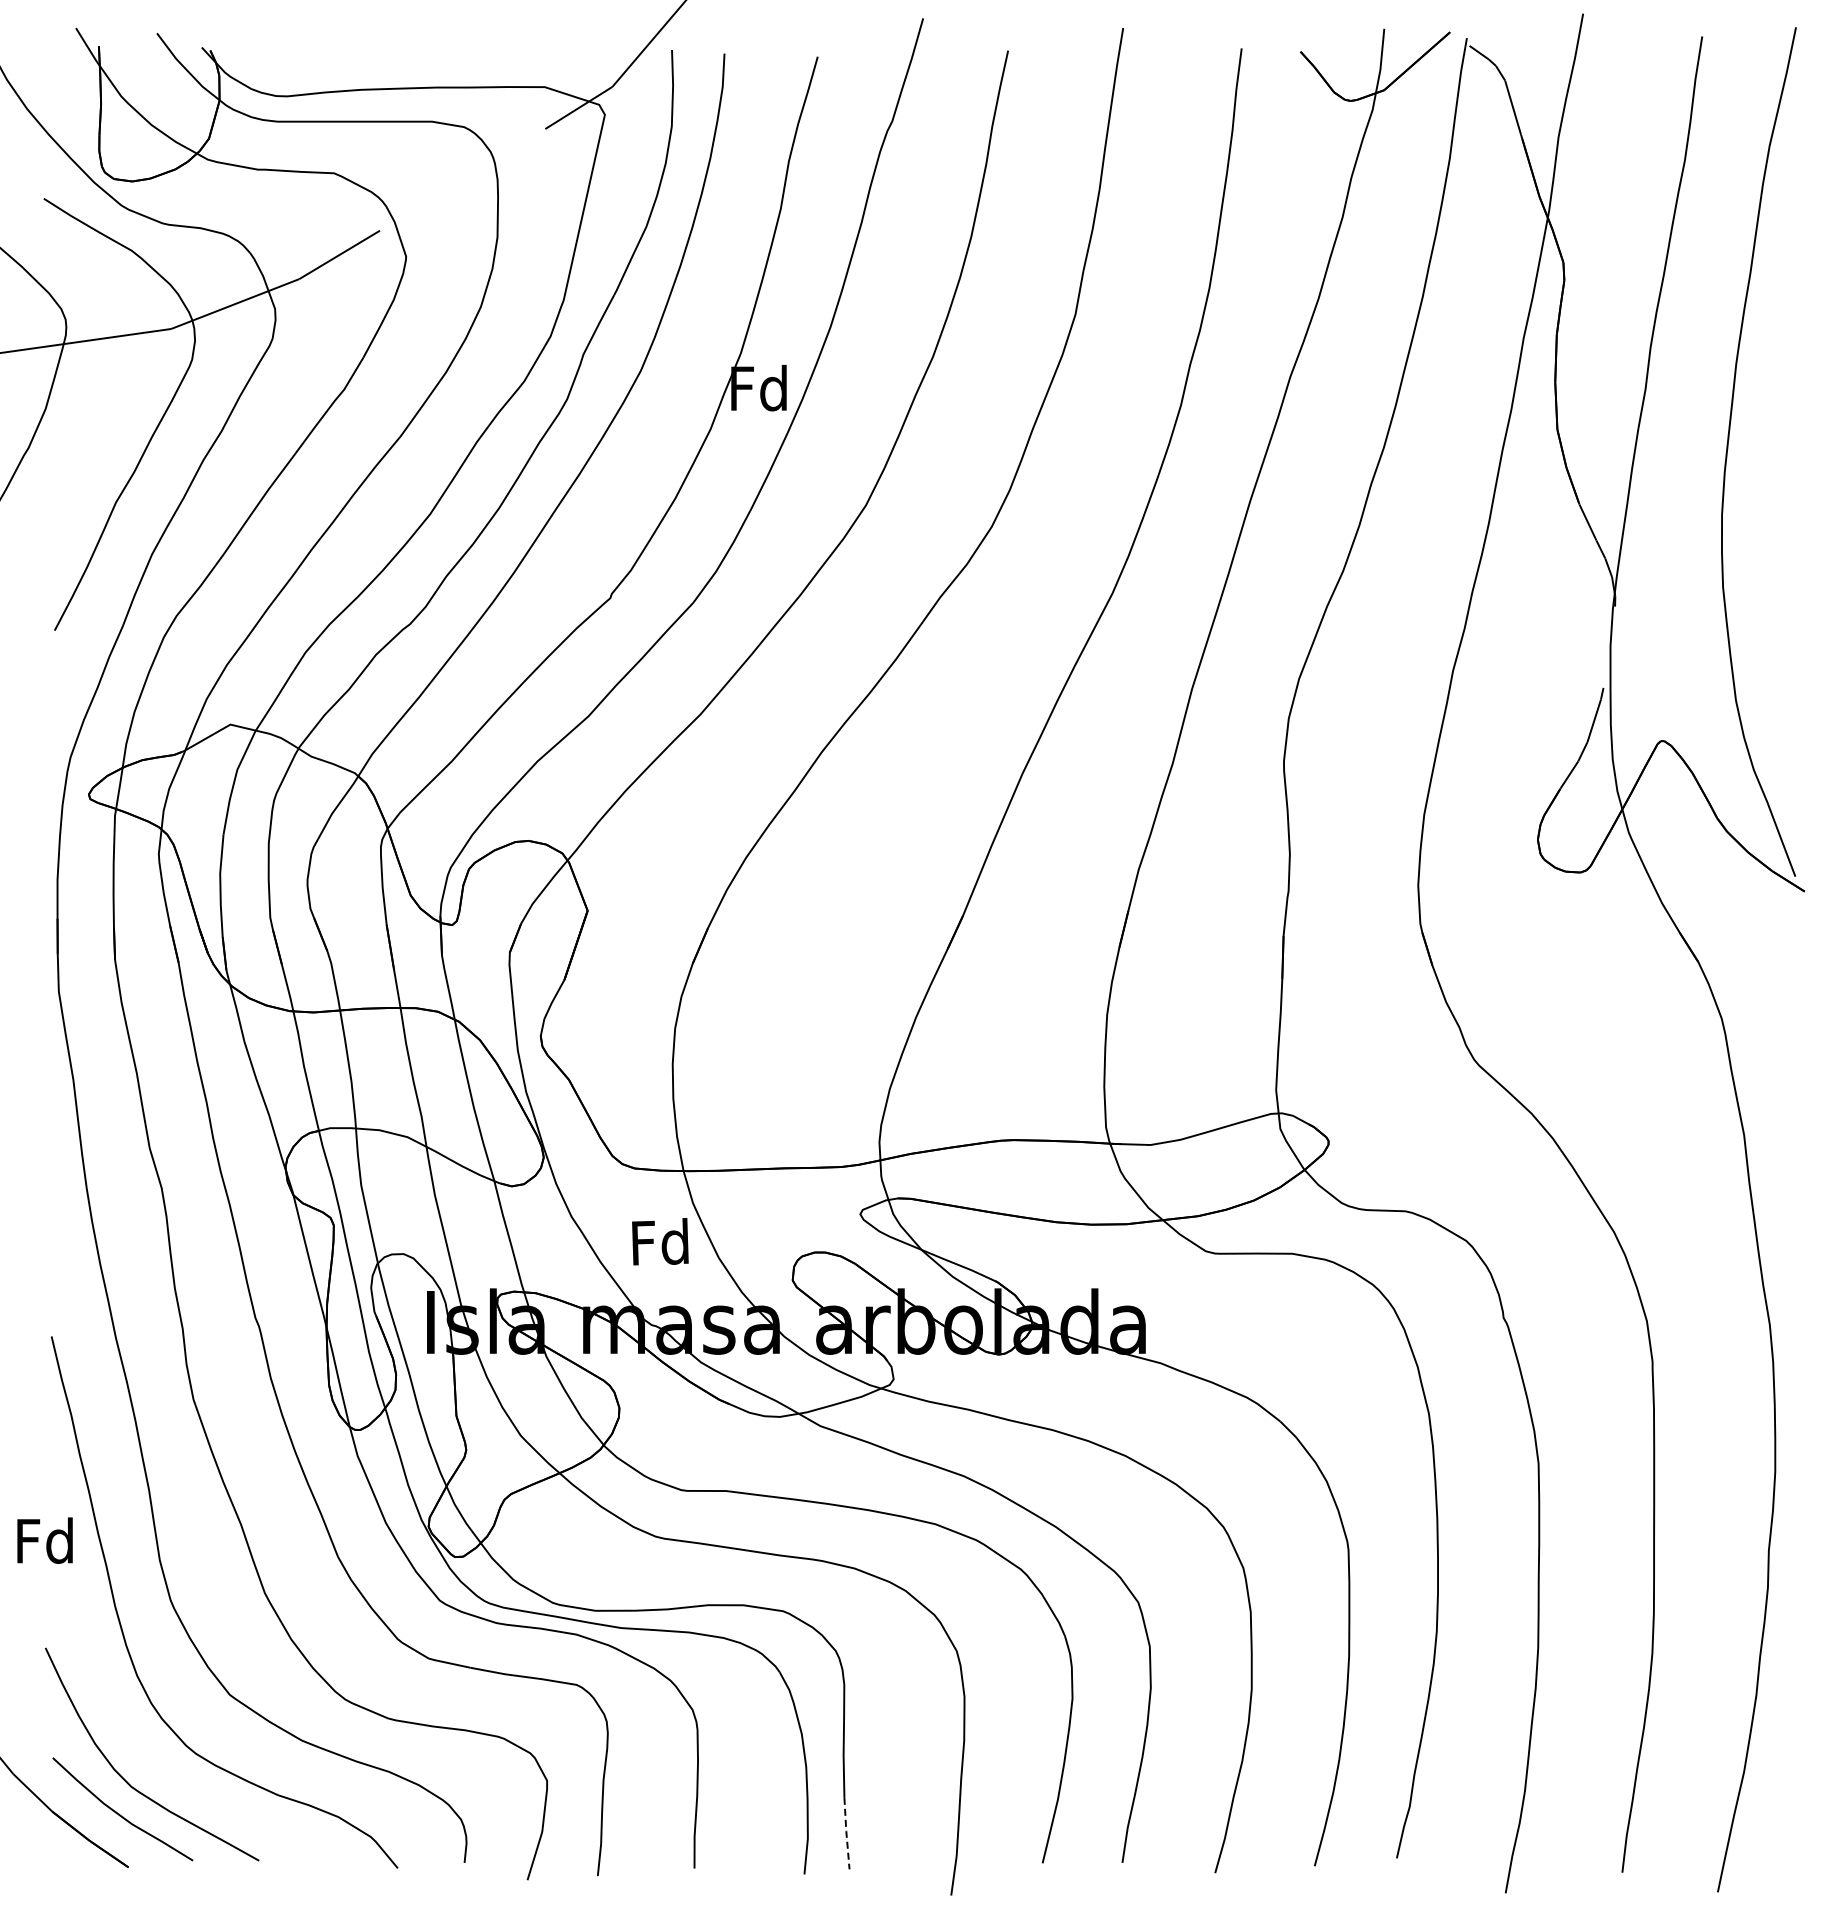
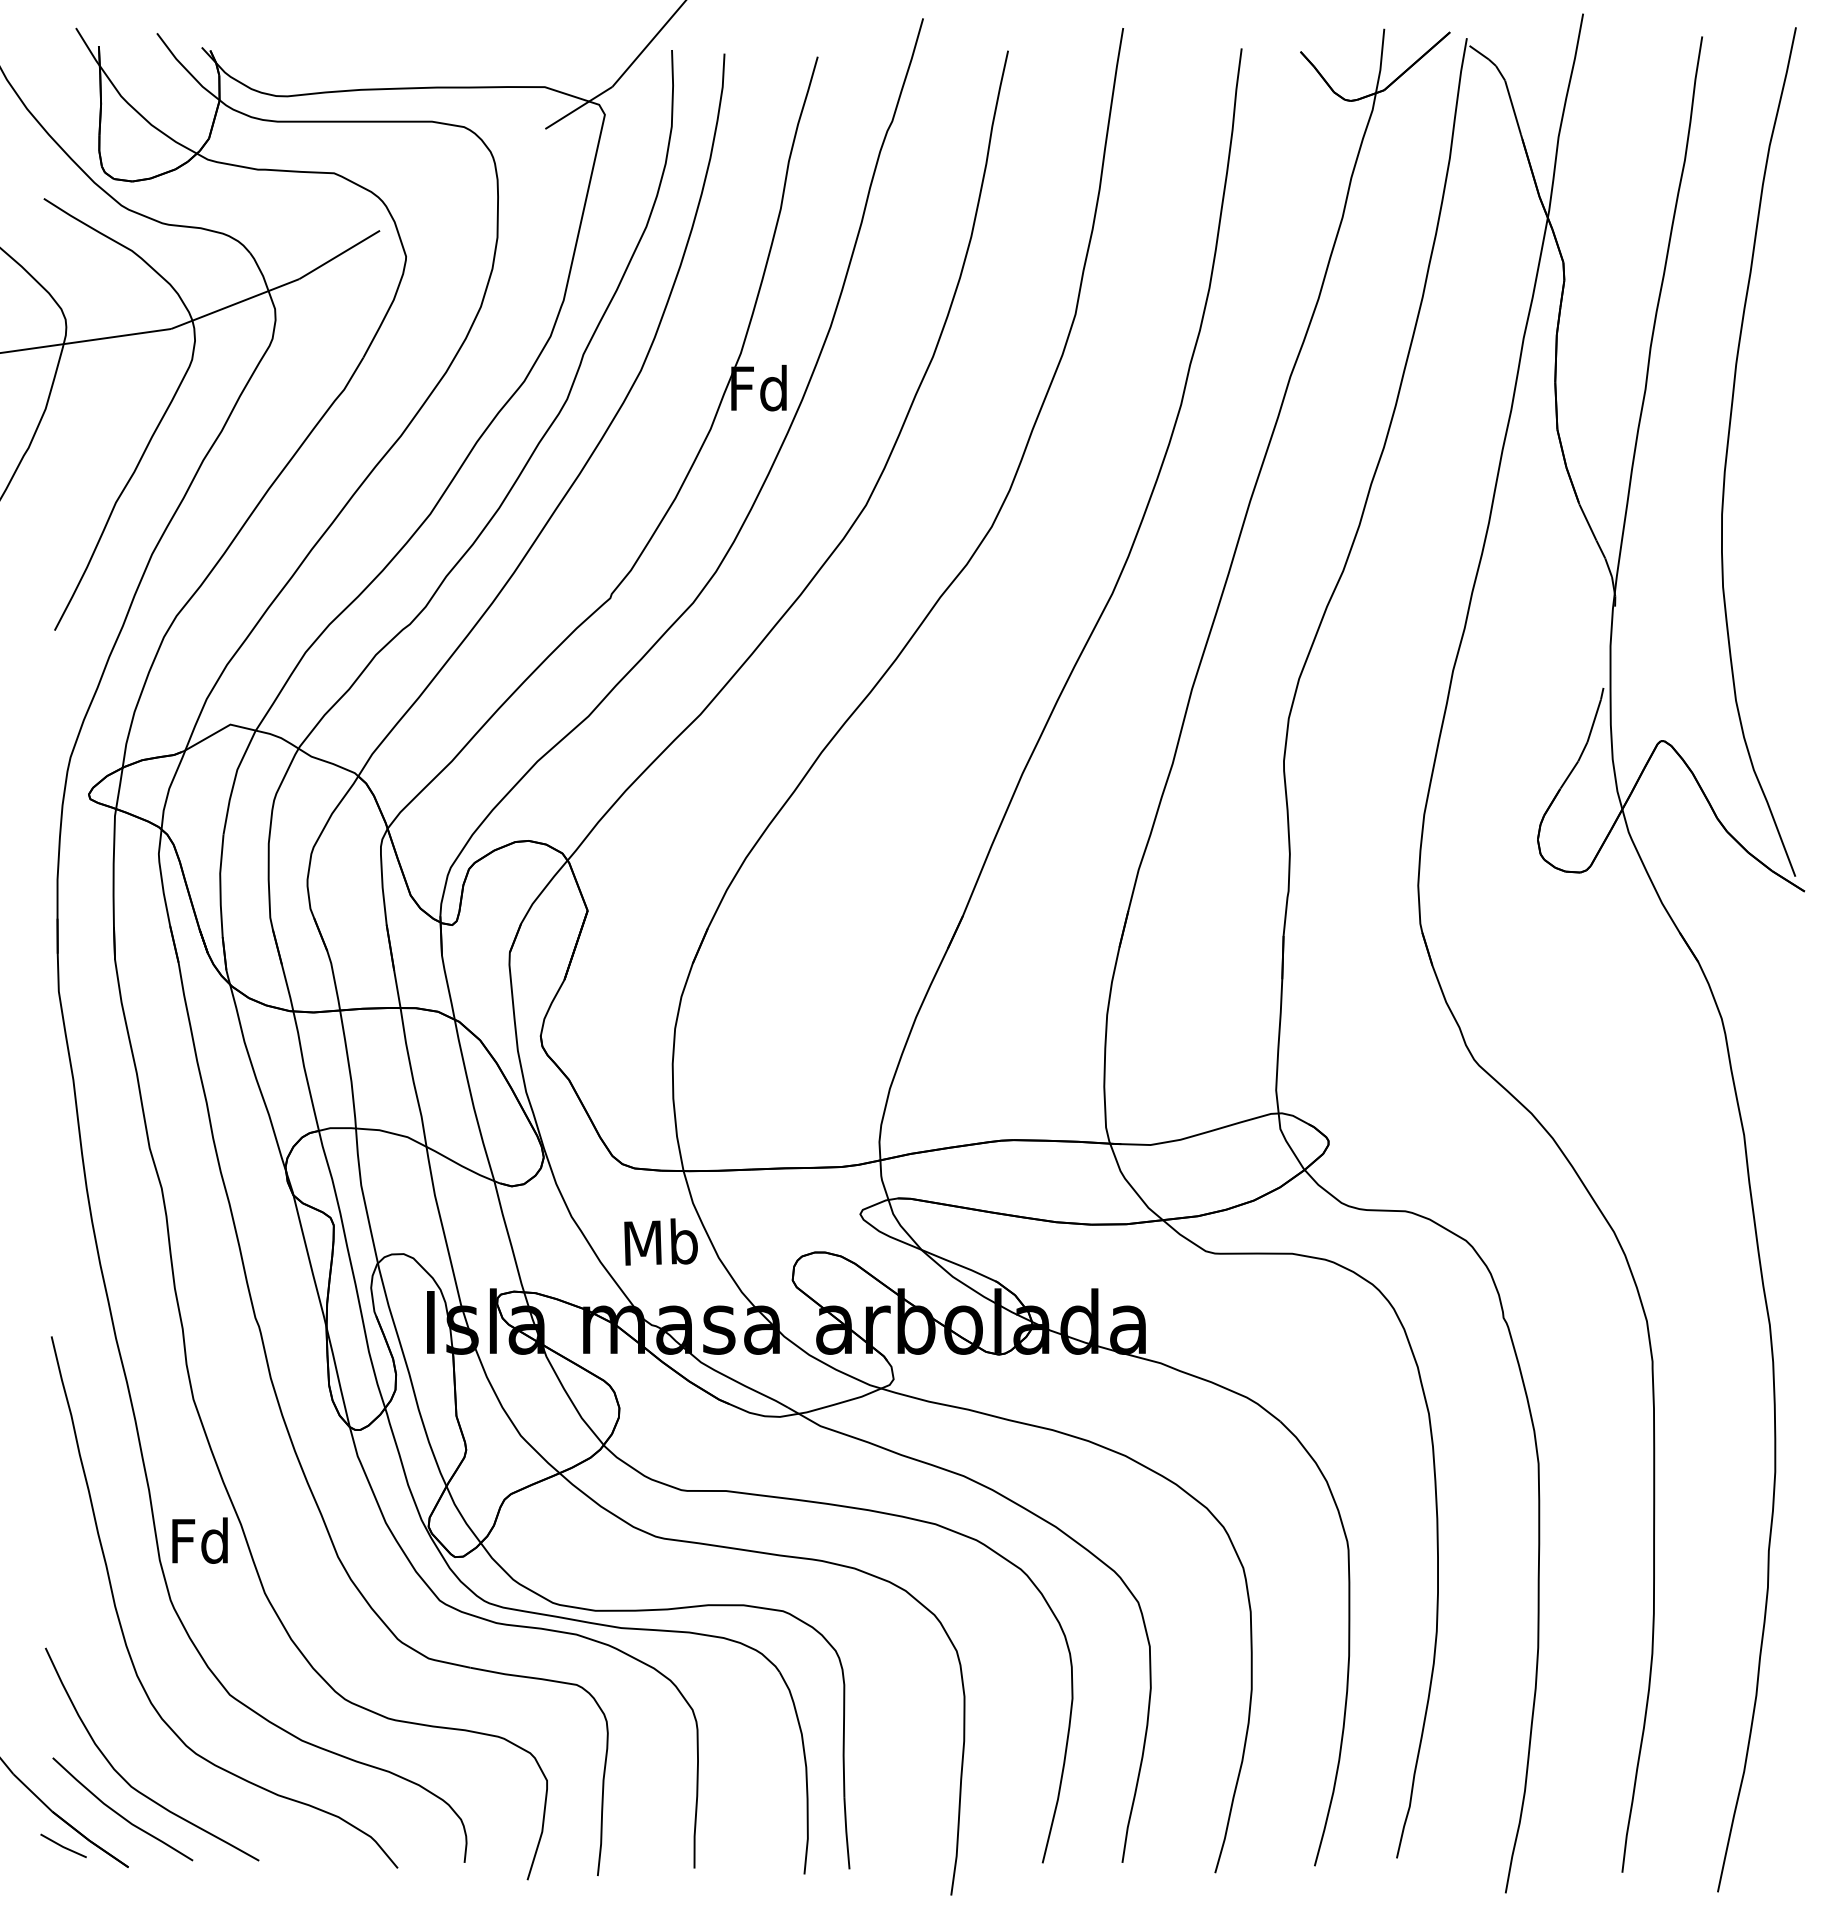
text at (660, 1241): Fd -> Mb
text at (44, 1540) position: (44, 1540) -> (199, 1540)
line at (846, 1833): dashed -> solid
line at (62, 1845): none -> present
